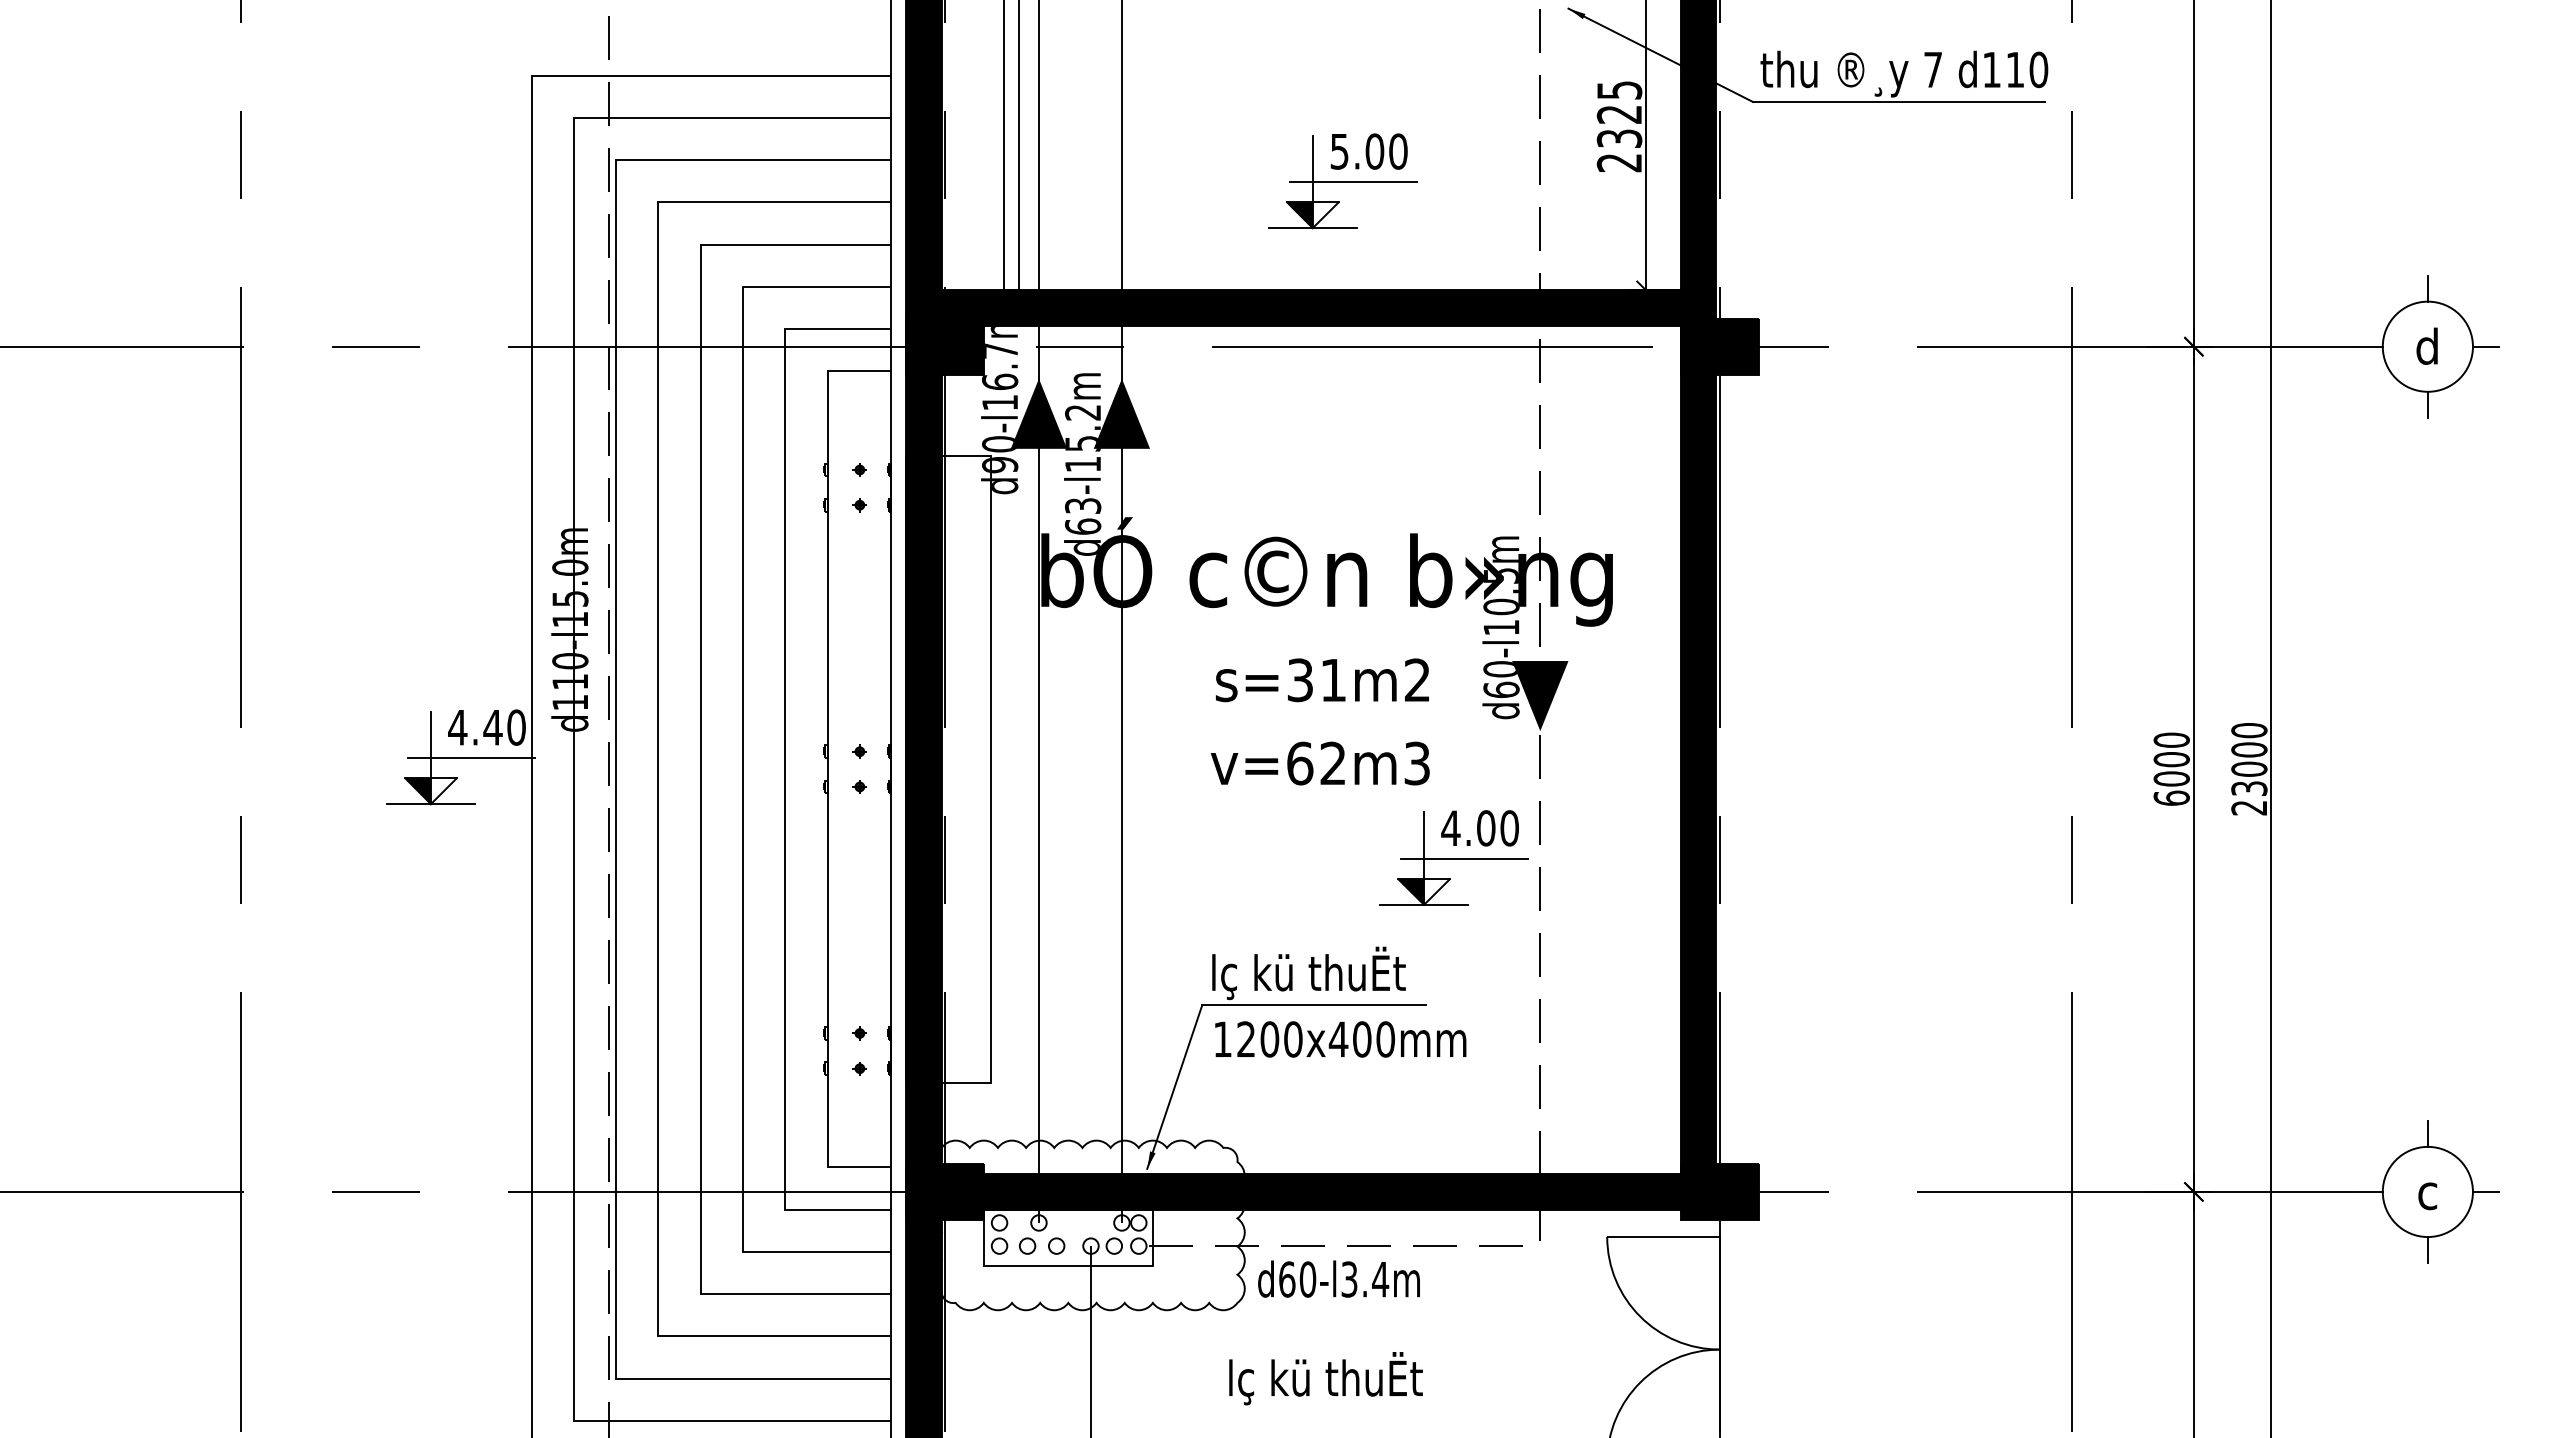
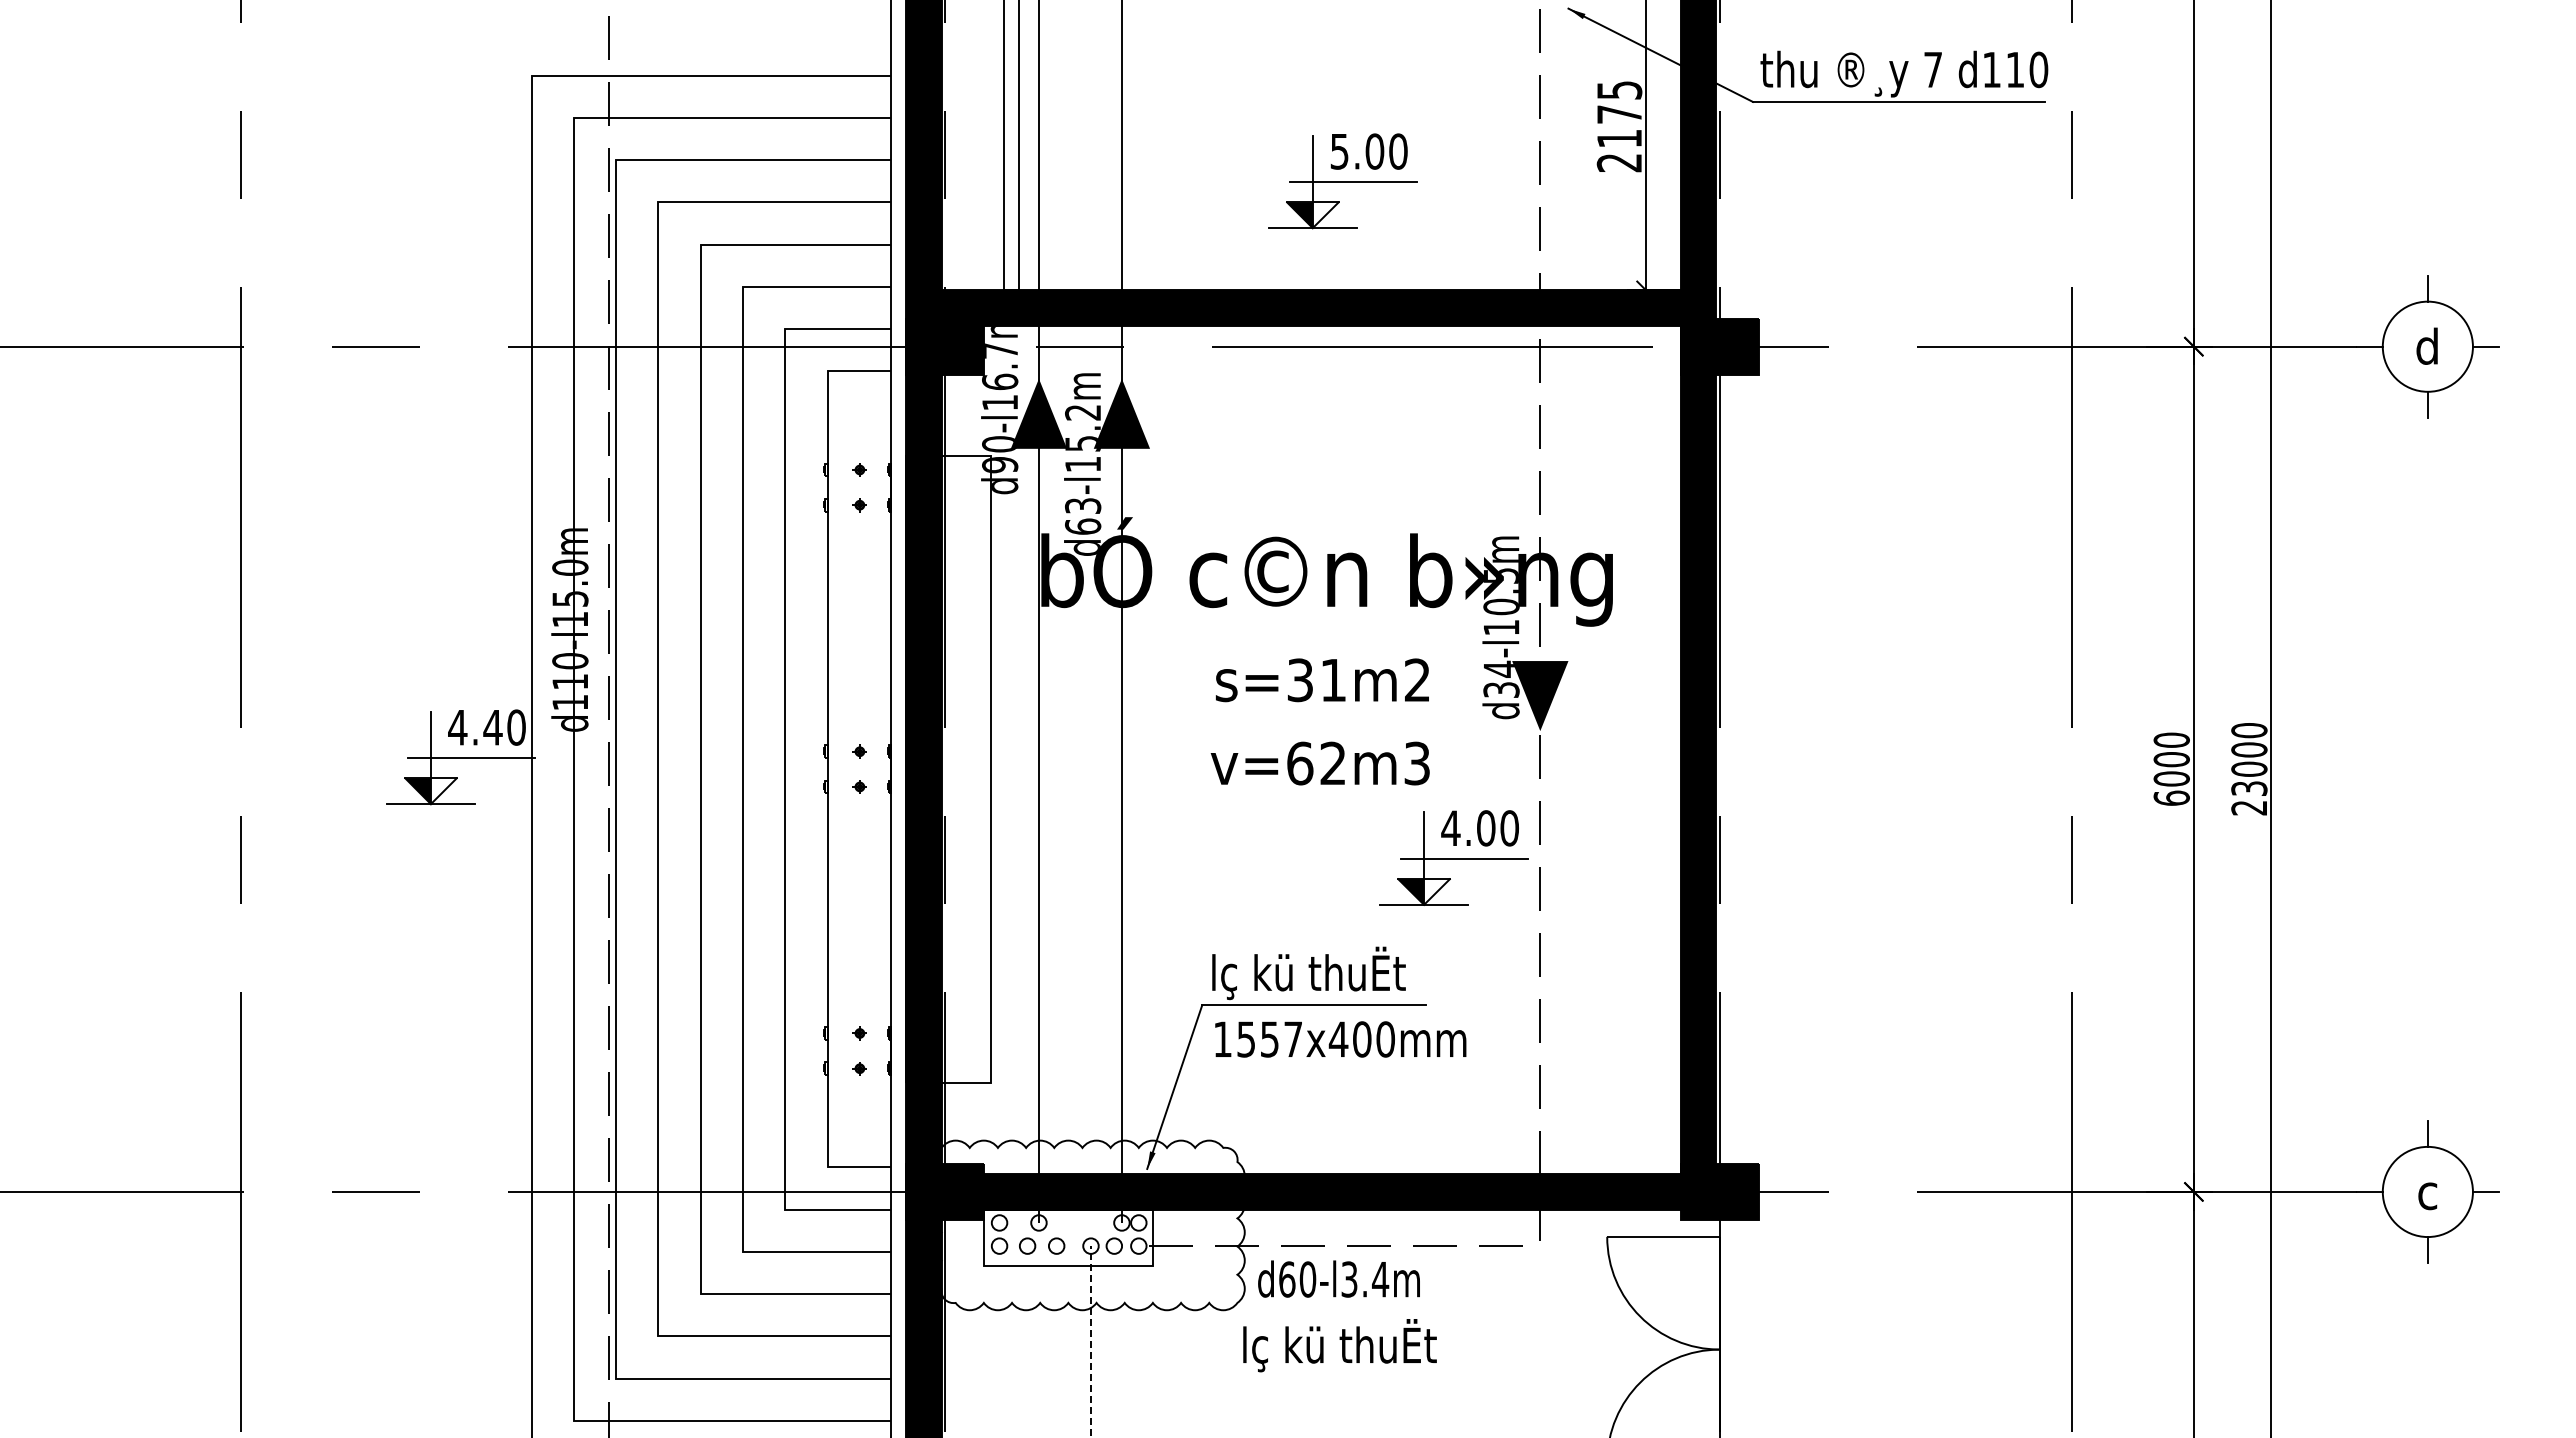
text at (1619, 126): 2325 -> 2175
text at (1501, 679): d60-l10.5m -> d34-l10.5m
text at (1269, 1039): 1200x400mm -> 1557x400mm
line at (1090, 1341): solid -> dashed
text at (1325, 1378) position: (1325, 1378) -> (1339, 1345)
